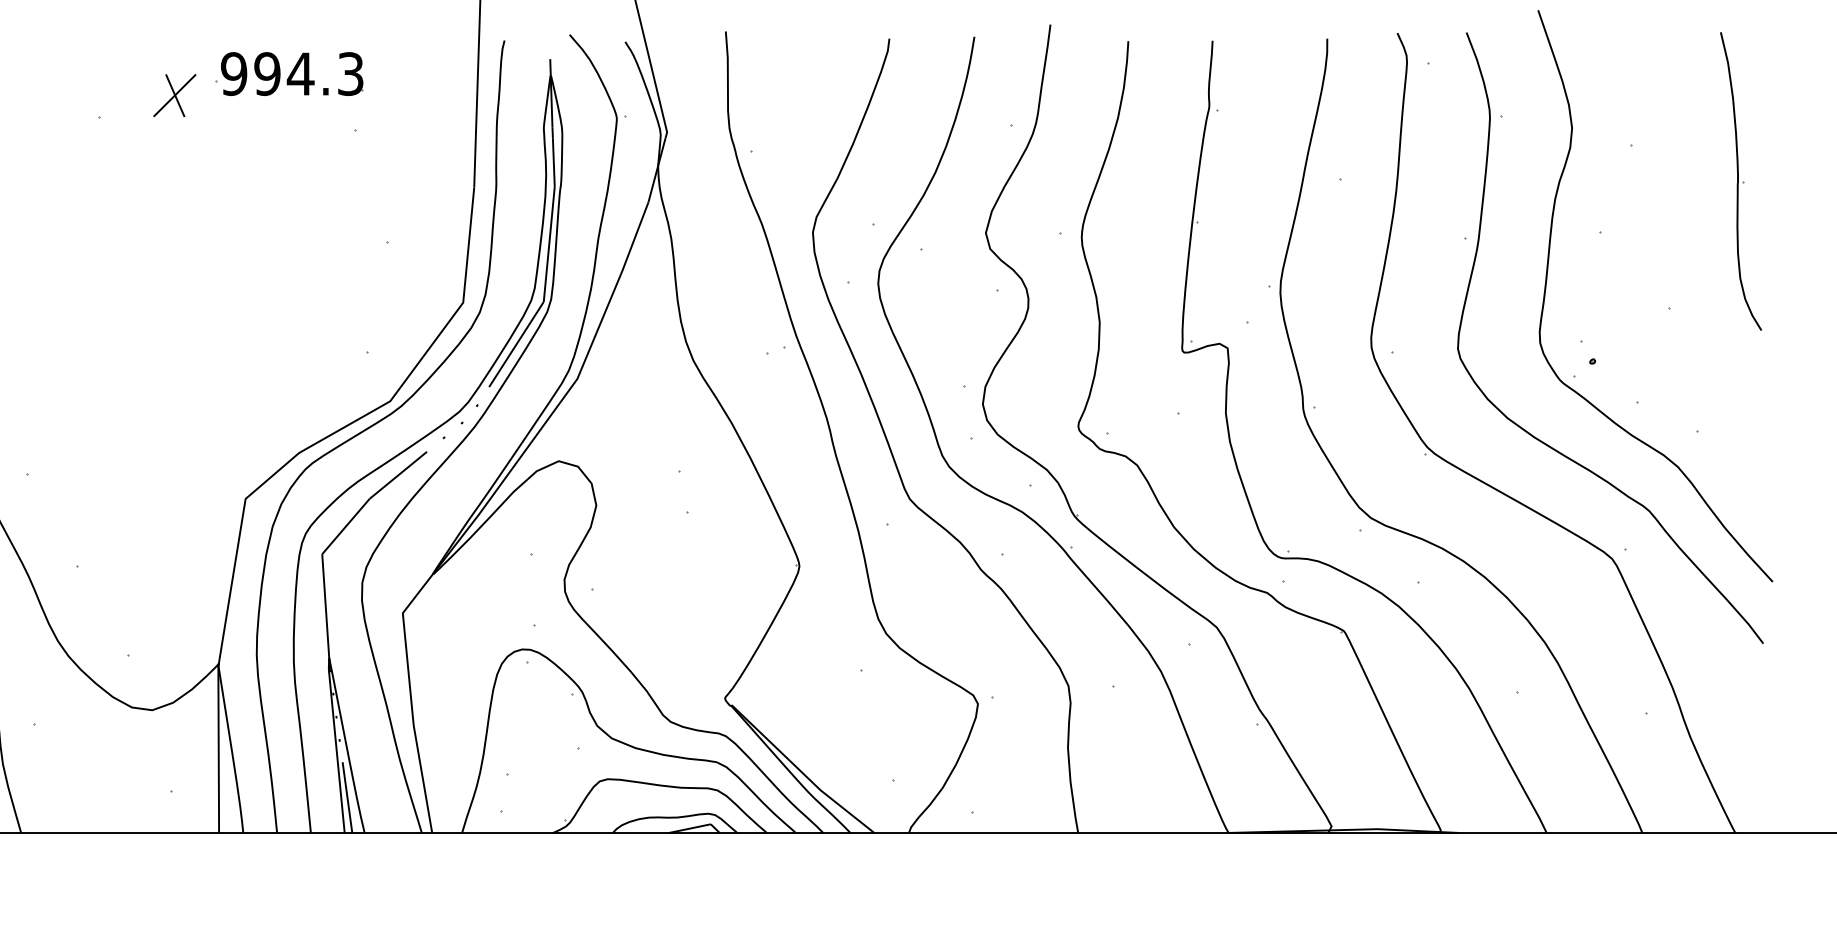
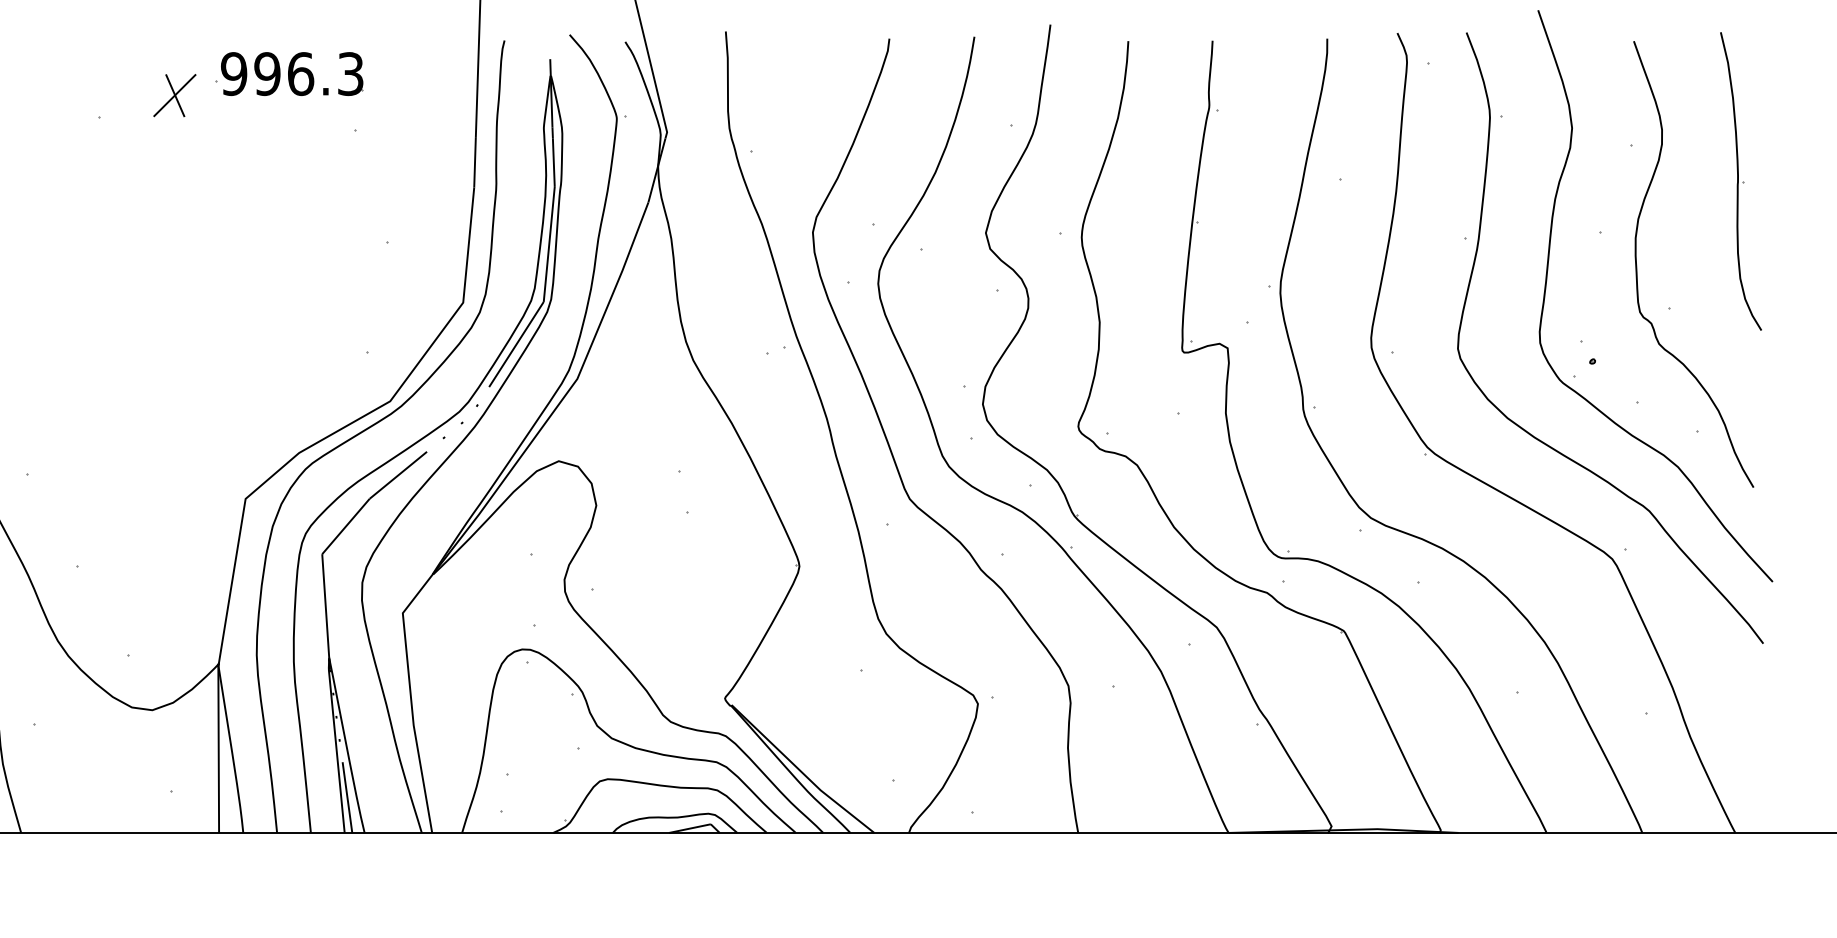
text at (300, 74): 994.3 -> 996.3
curve at (1637, 265): none -> present
